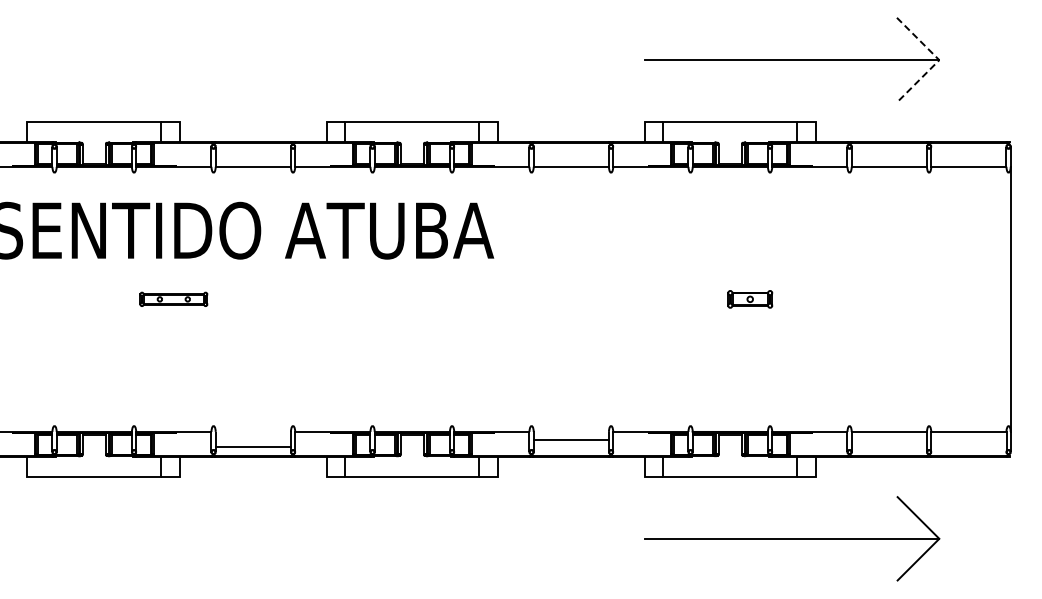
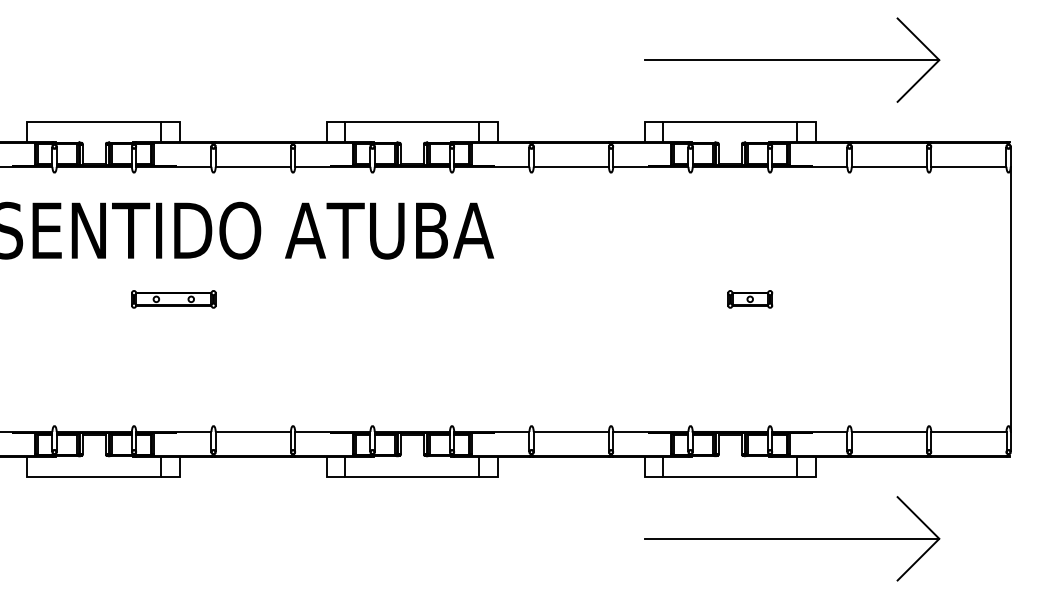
line at (939, 60): dashed -> solid
part at (173, 298) size: 70x16 px -> 86x19 px
line at (570, 439) position: (570, 439) -> (570, 431)
line at (252, 446) position: (252, 446) -> (252, 431)
